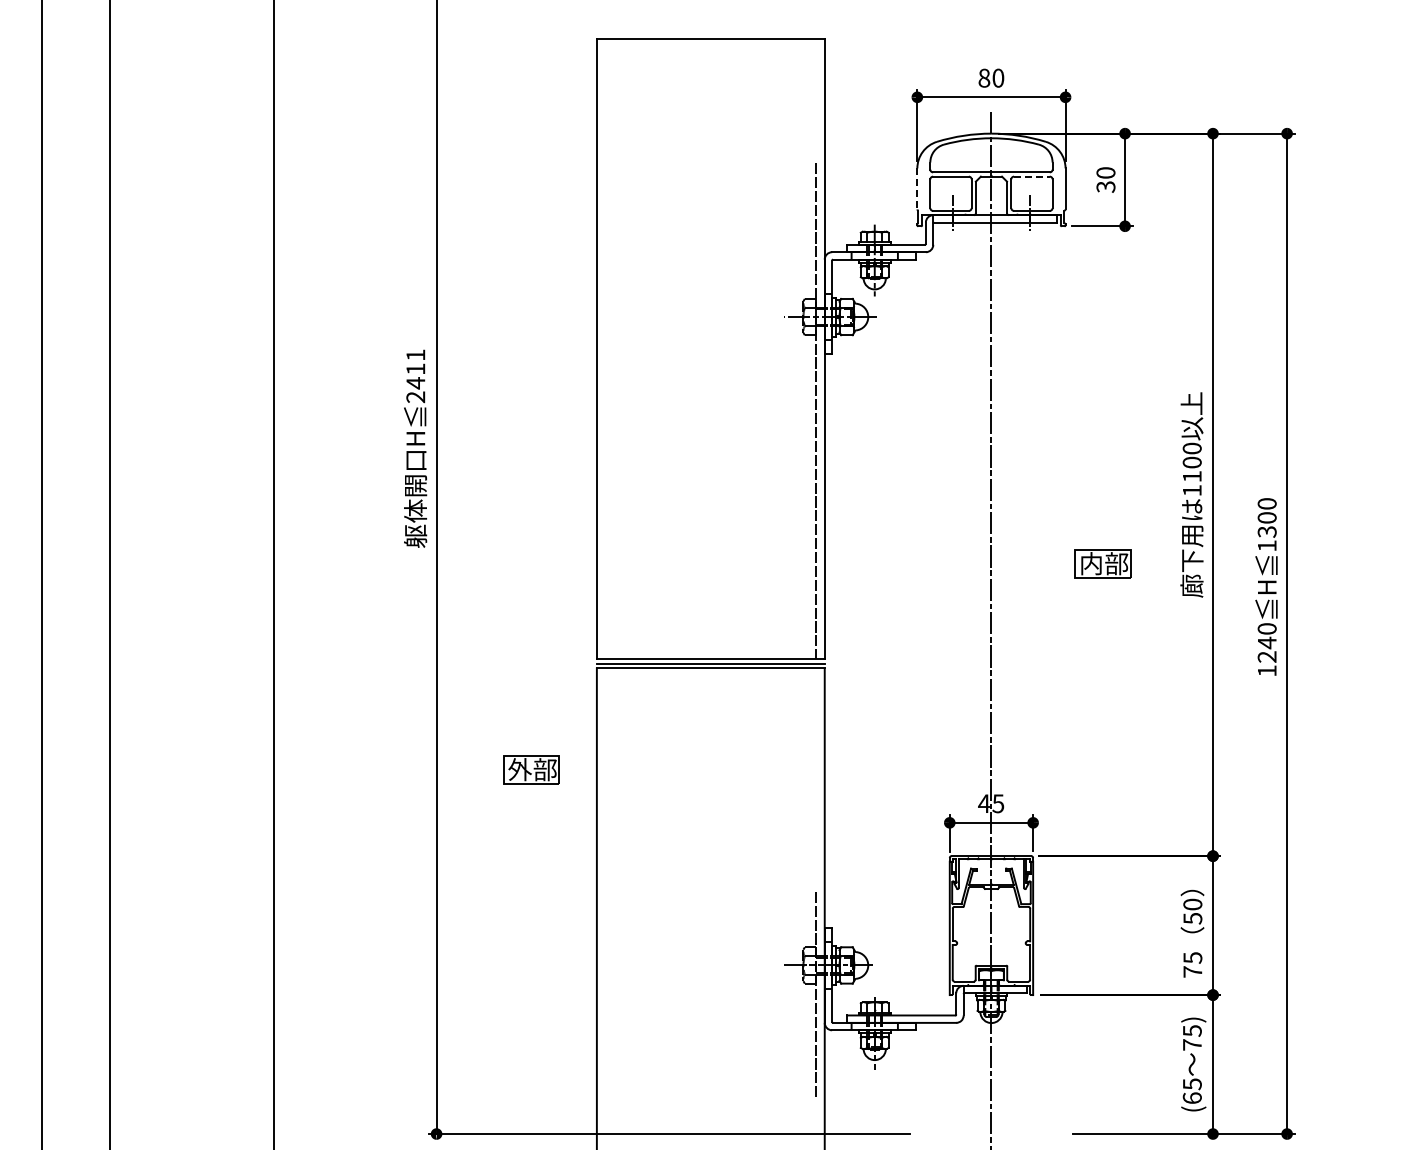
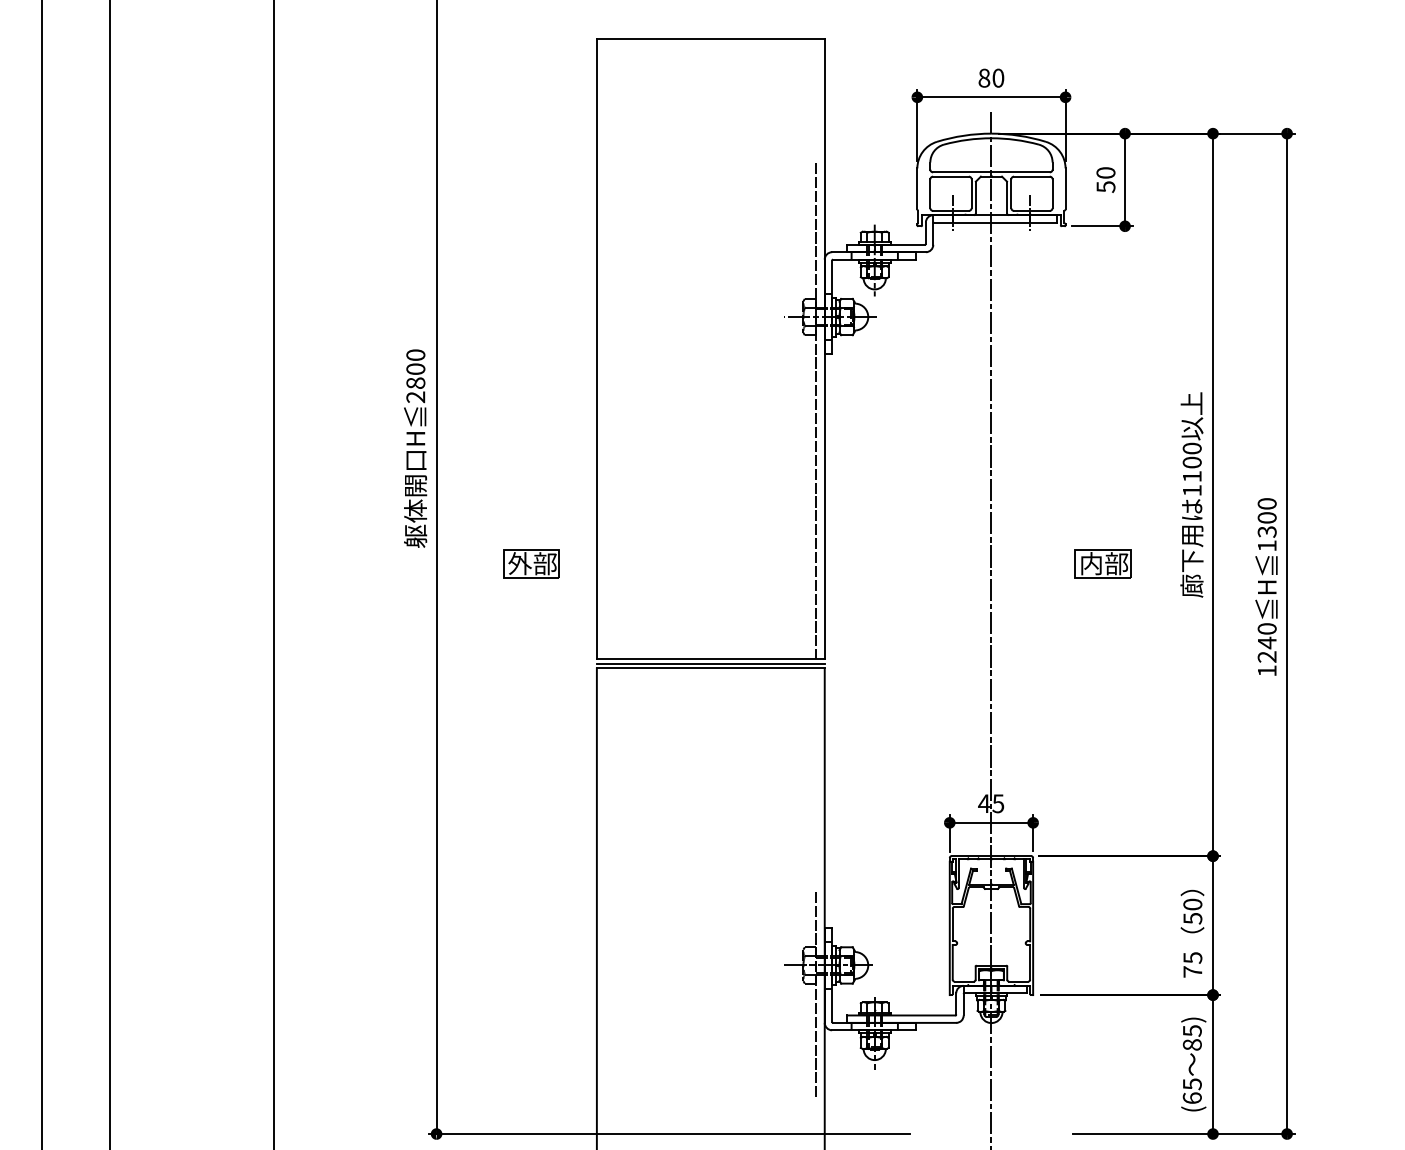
line at (1031, 176): dashed -> solid
text at (1105, 186): 30 -> 50
line at (917, 188): dashed -> solid
text at (415, 369): 2411 -> 2800
part at (531, 769) position: (531, 769) -> (531, 563)
text at (1191, 1044): 75) -> 85)
